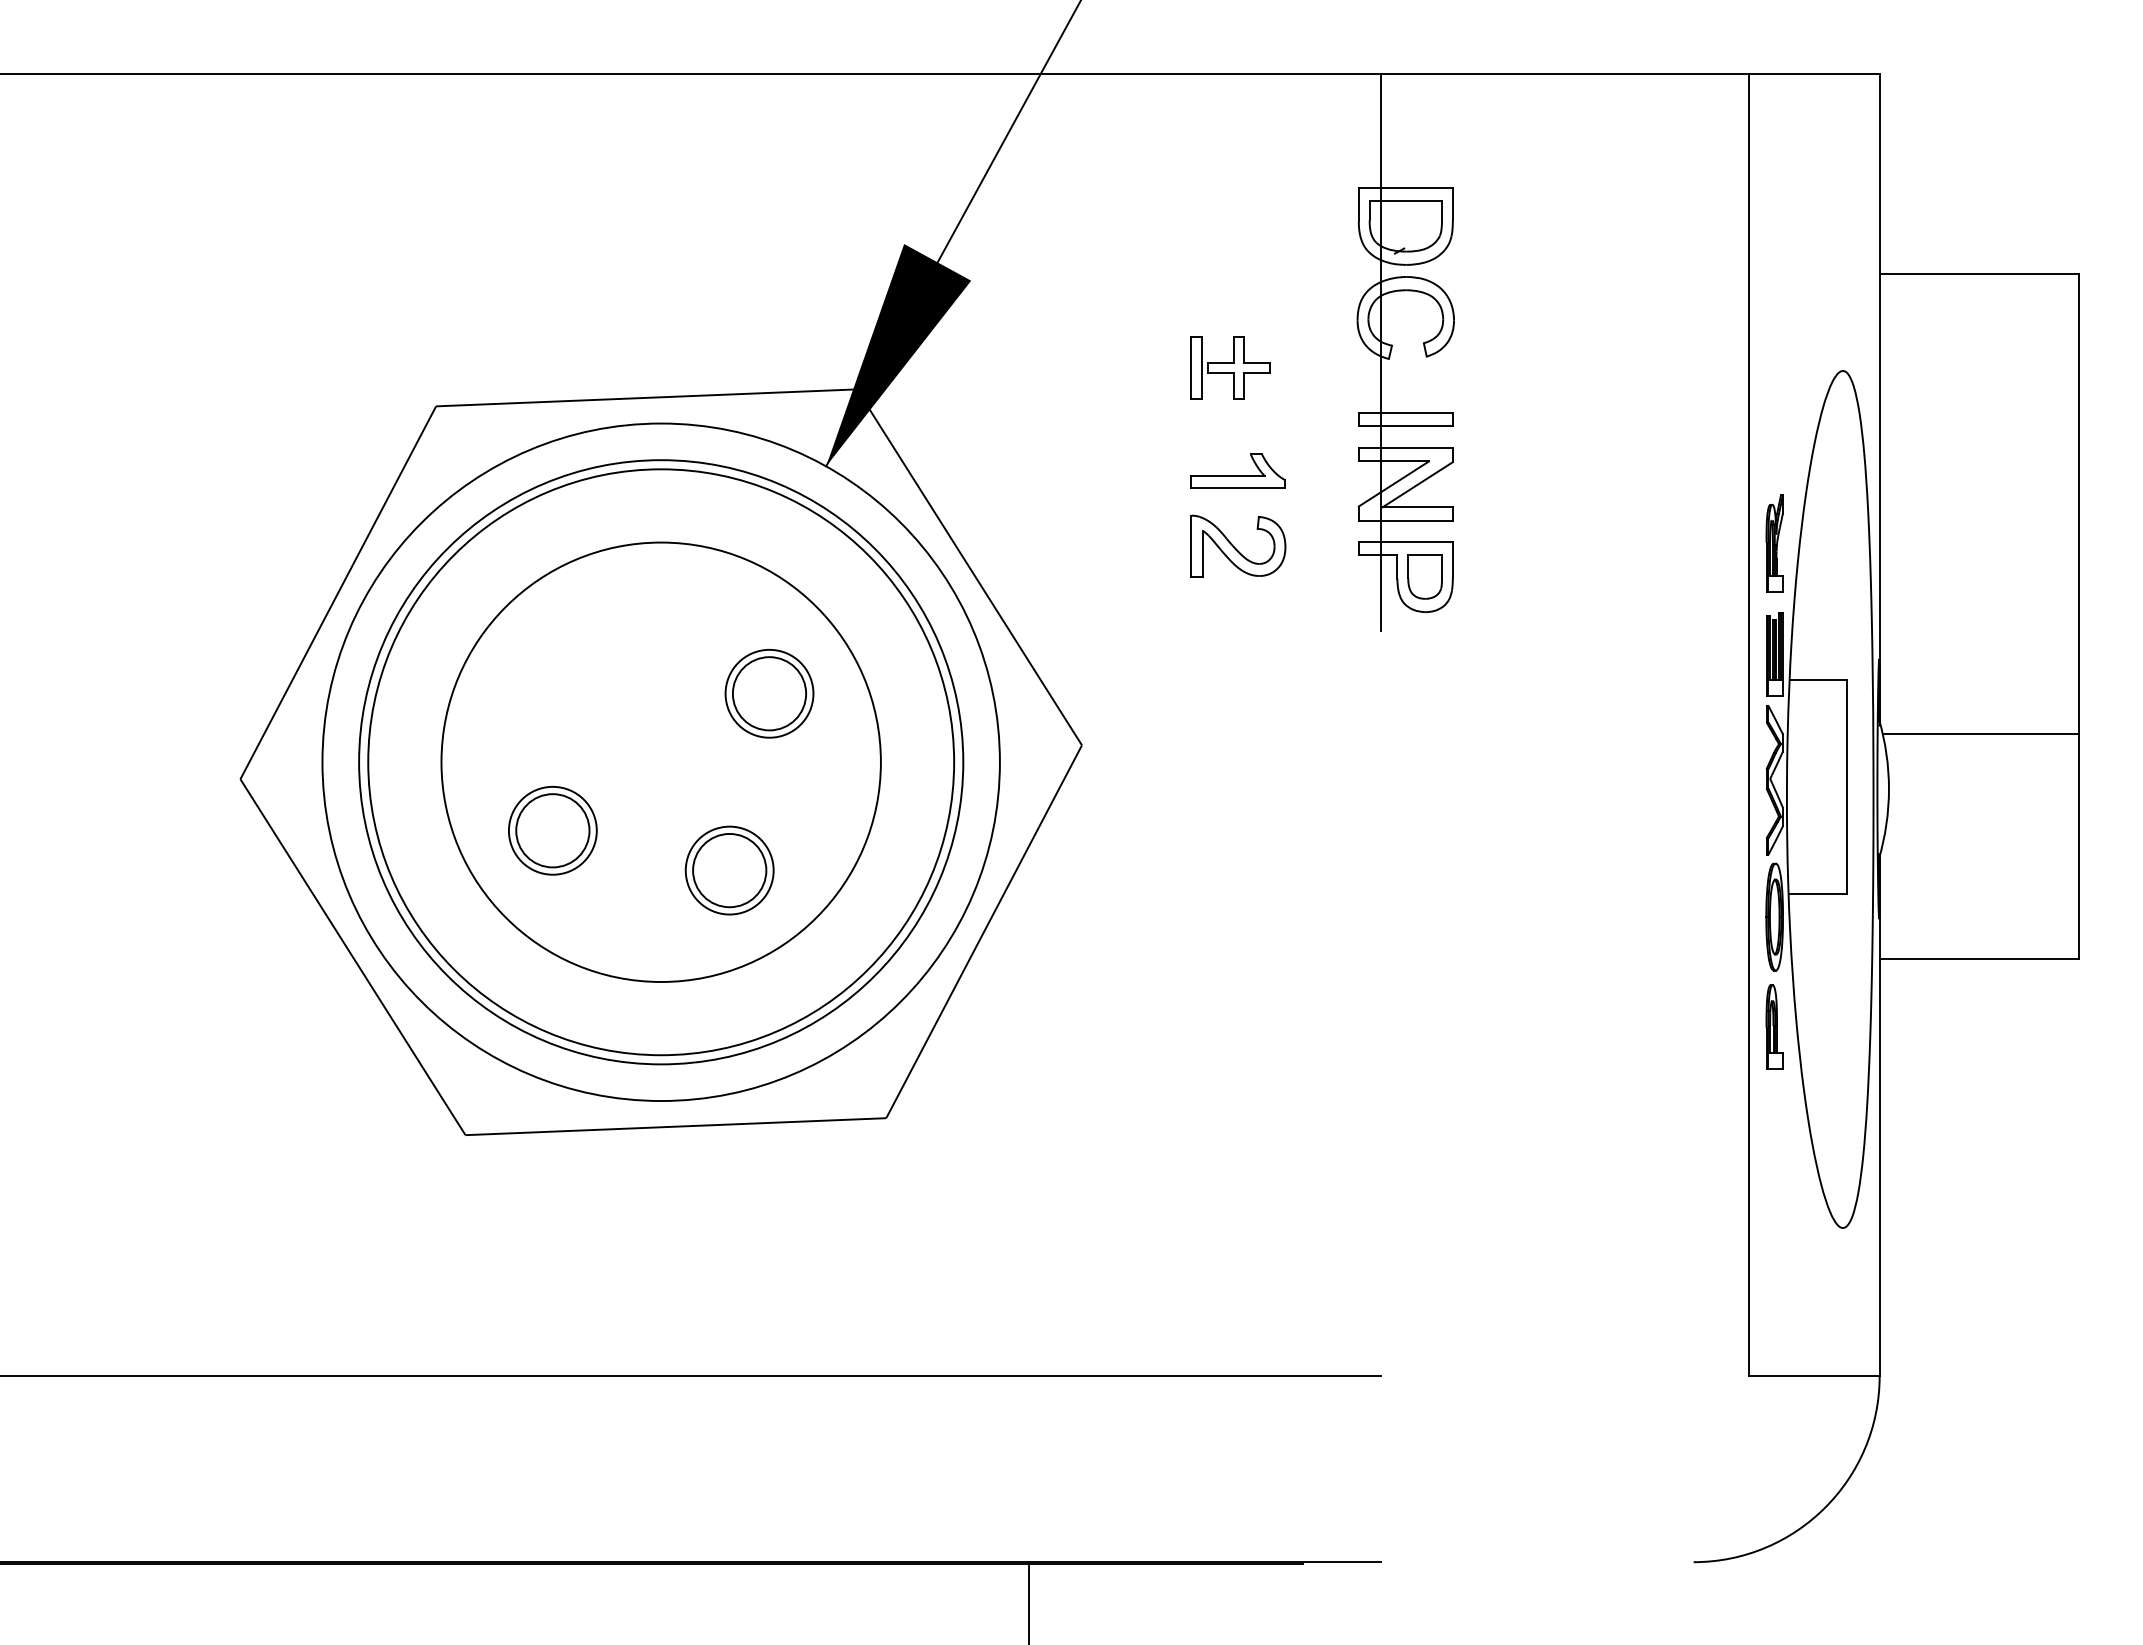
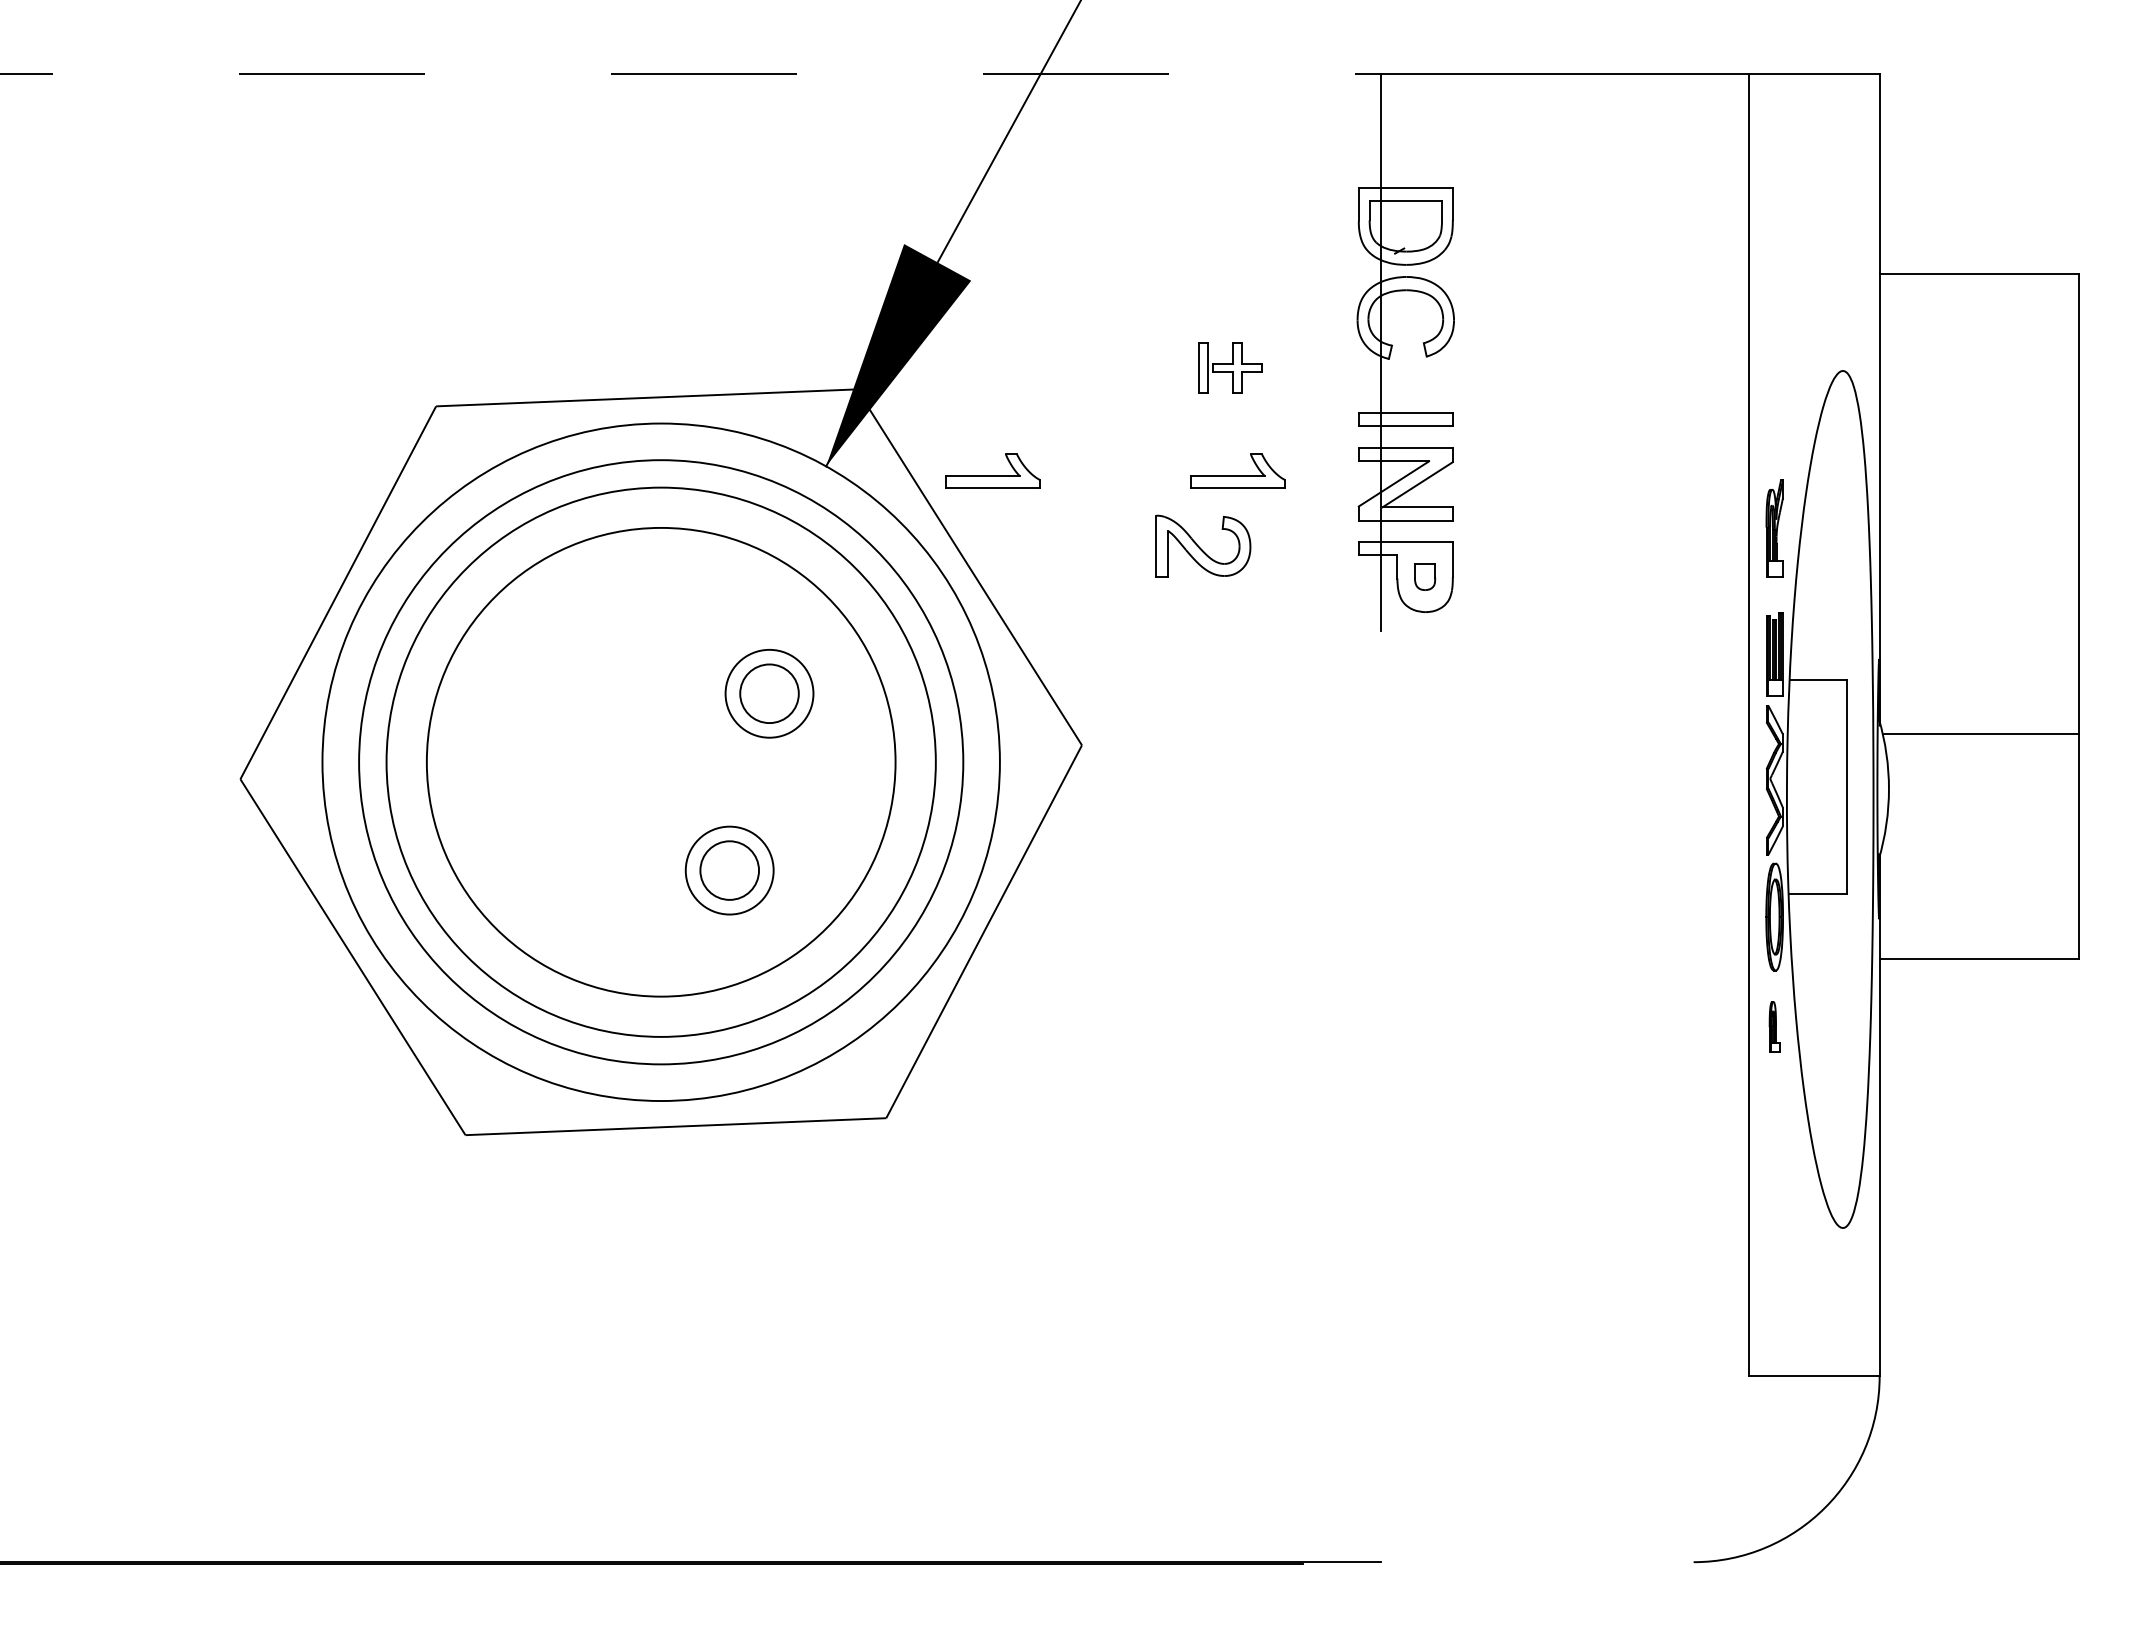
line at (690, 73): solid -> dashed
part at (1230, 367) size: 81x64 px -> 65x52 px
part at (992, 470): none -> present
part at (1774, 543) position: (1774, 543) -> (1774, 528)
part at (1238, 545) position: (1238, 545) -> (1203, 545)
part at (1424, 576) size: 36x46 px -> 23x28 px
circle at (769, 693) diameter: 73 px -> 59 px
circle at (660, 761) diameter: 439 px -> 549 px
circle at (661, 762) diameter: 586 px -> 469 px
part at (552, 830): present -> none
circle at (729, 870) diameter: 73 px -> 59 px
part at (1774, 1026) size: 19x86 px -> 13x52 px
line at (691, 1376): present -> none
line at (1028, 1602): present -> none
